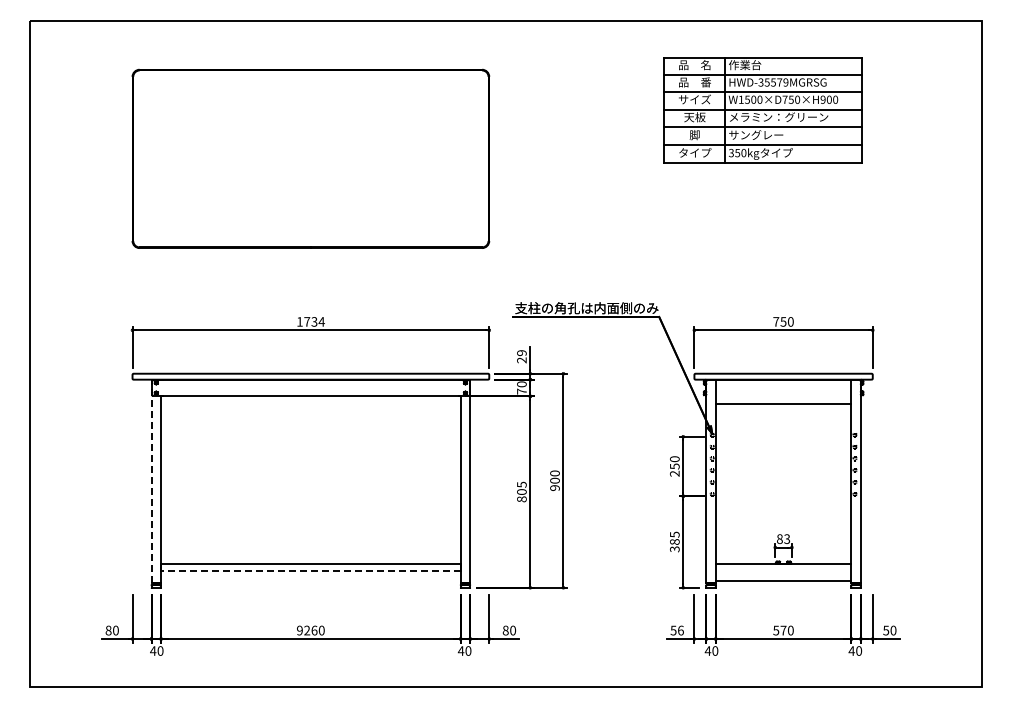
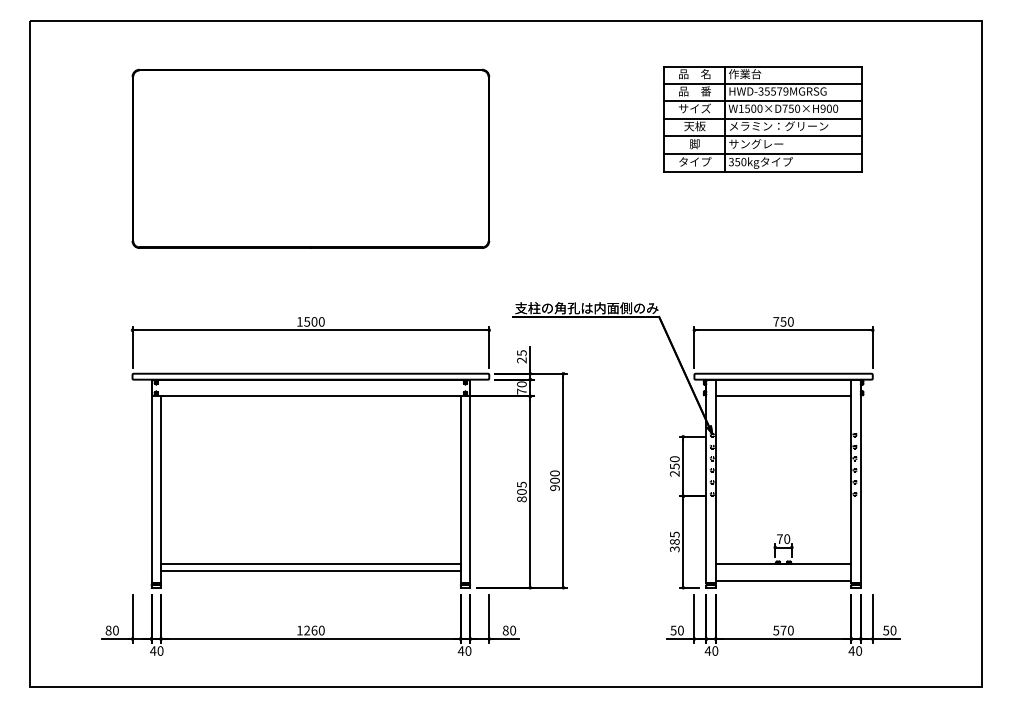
part at (762, 110) position: (762, 110) -> (762, 119)
text at (314, 321): 1734 -> 1500
text at (521, 353): 29 -> 25
line at (783, 404) position: (783, 404) -> (783, 396)
line at (151, 481): dashed -> solid
text at (783, 538): 83 -> 70
line at (310, 570): dashed -> solid
text at (299, 630): 9260 -> 1260
text at (680, 630): 56 -> 50
